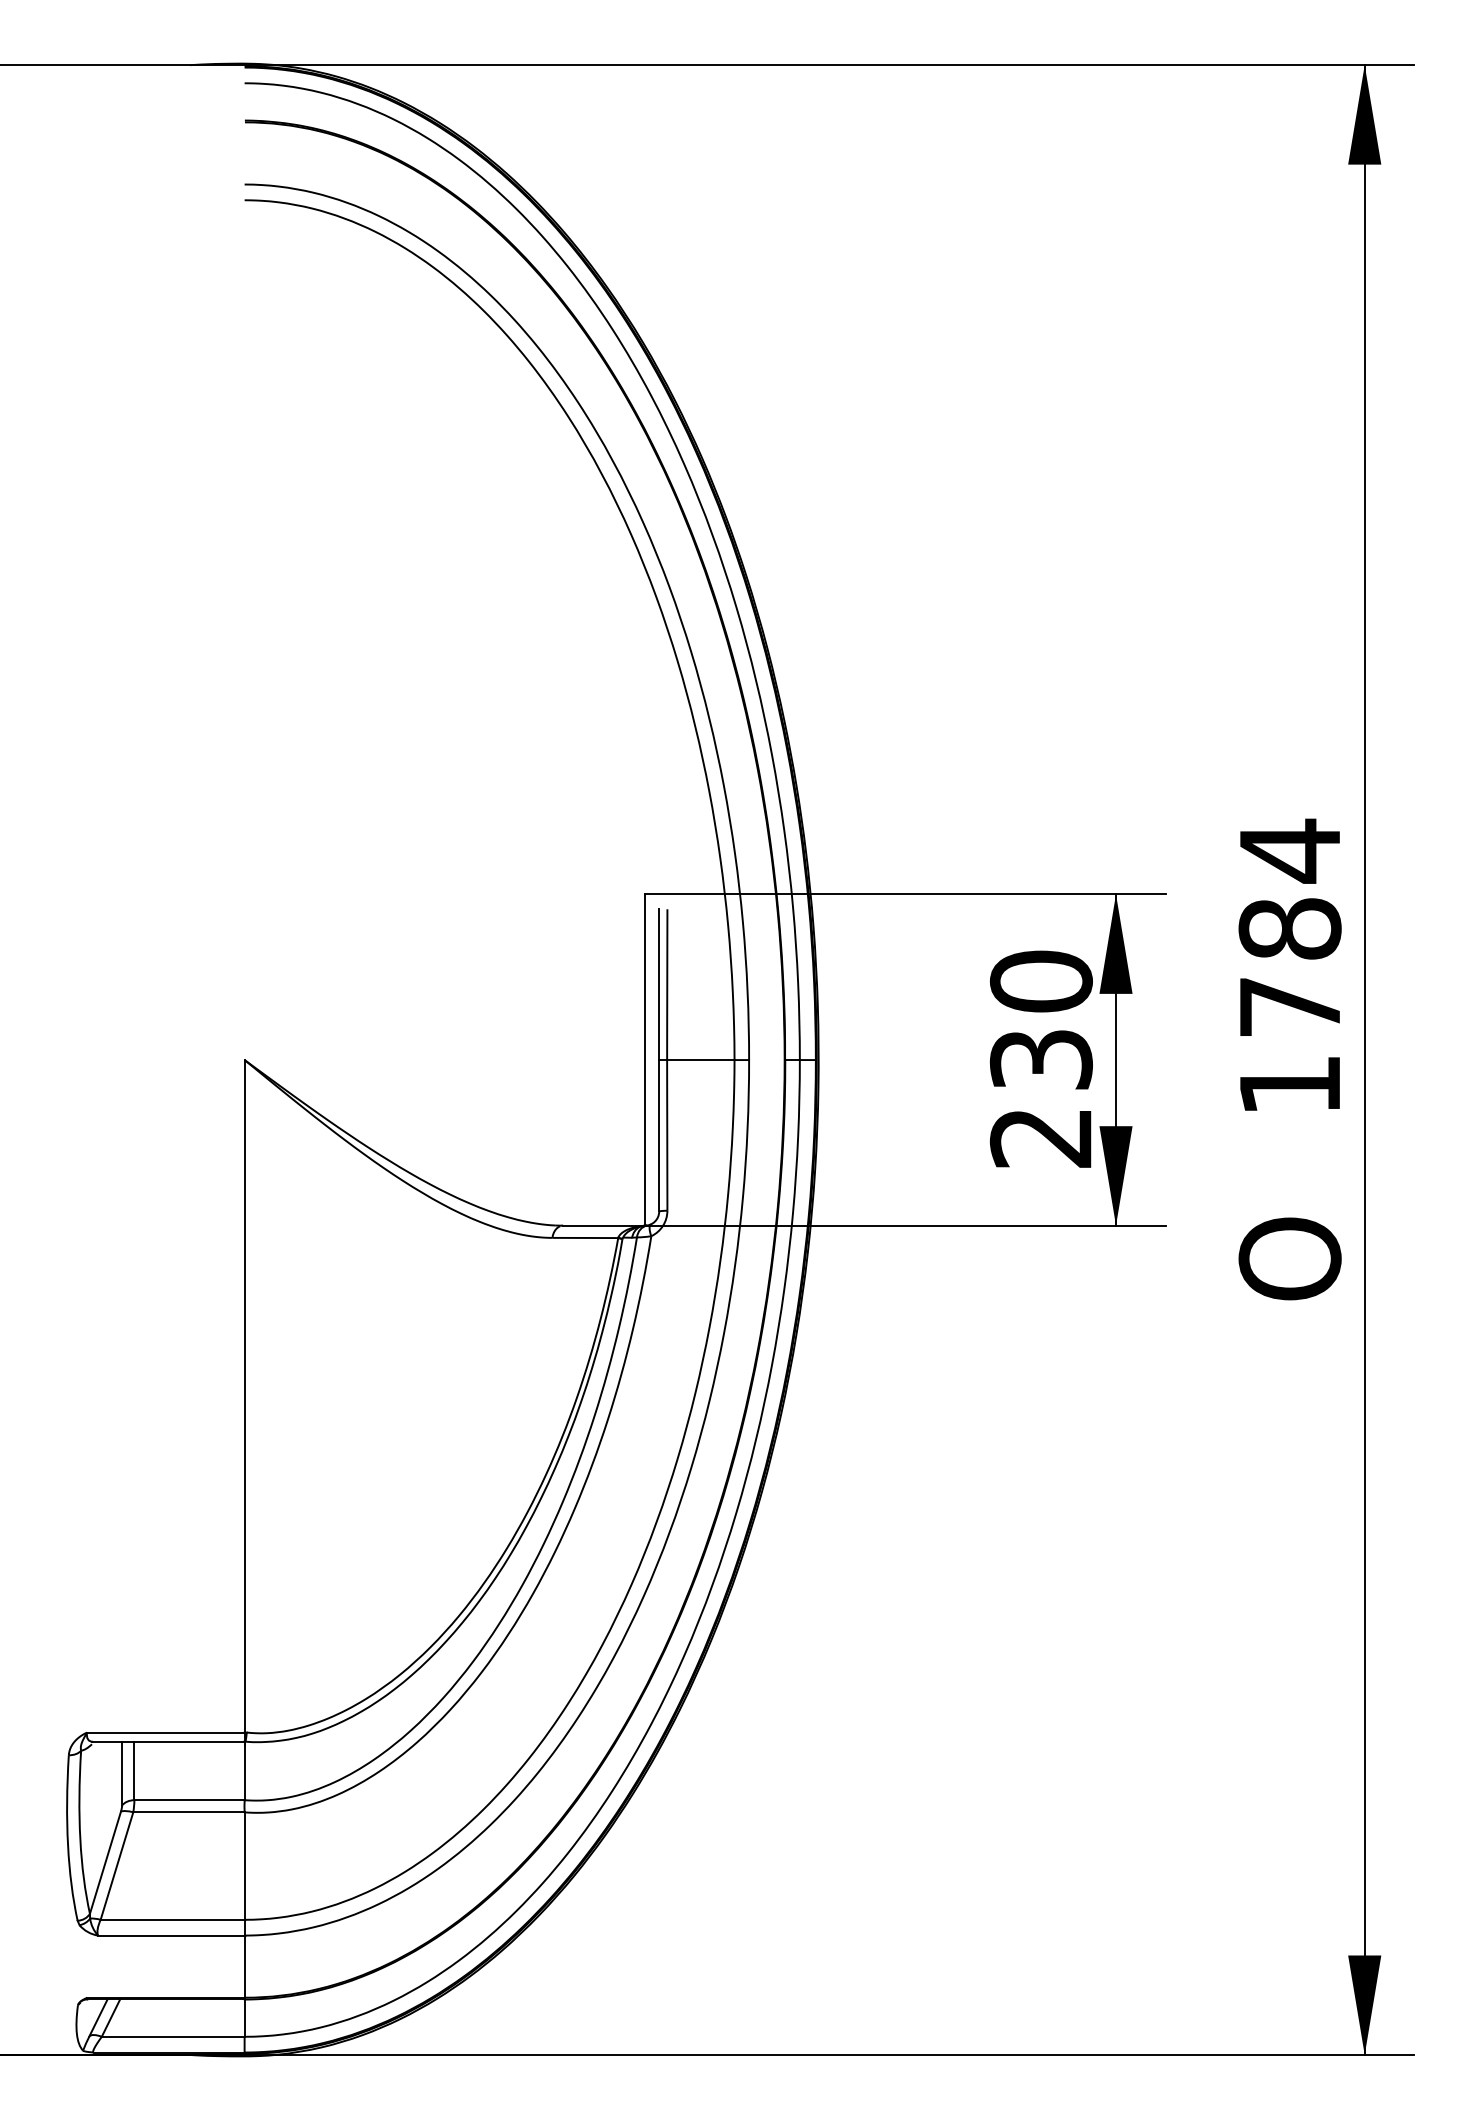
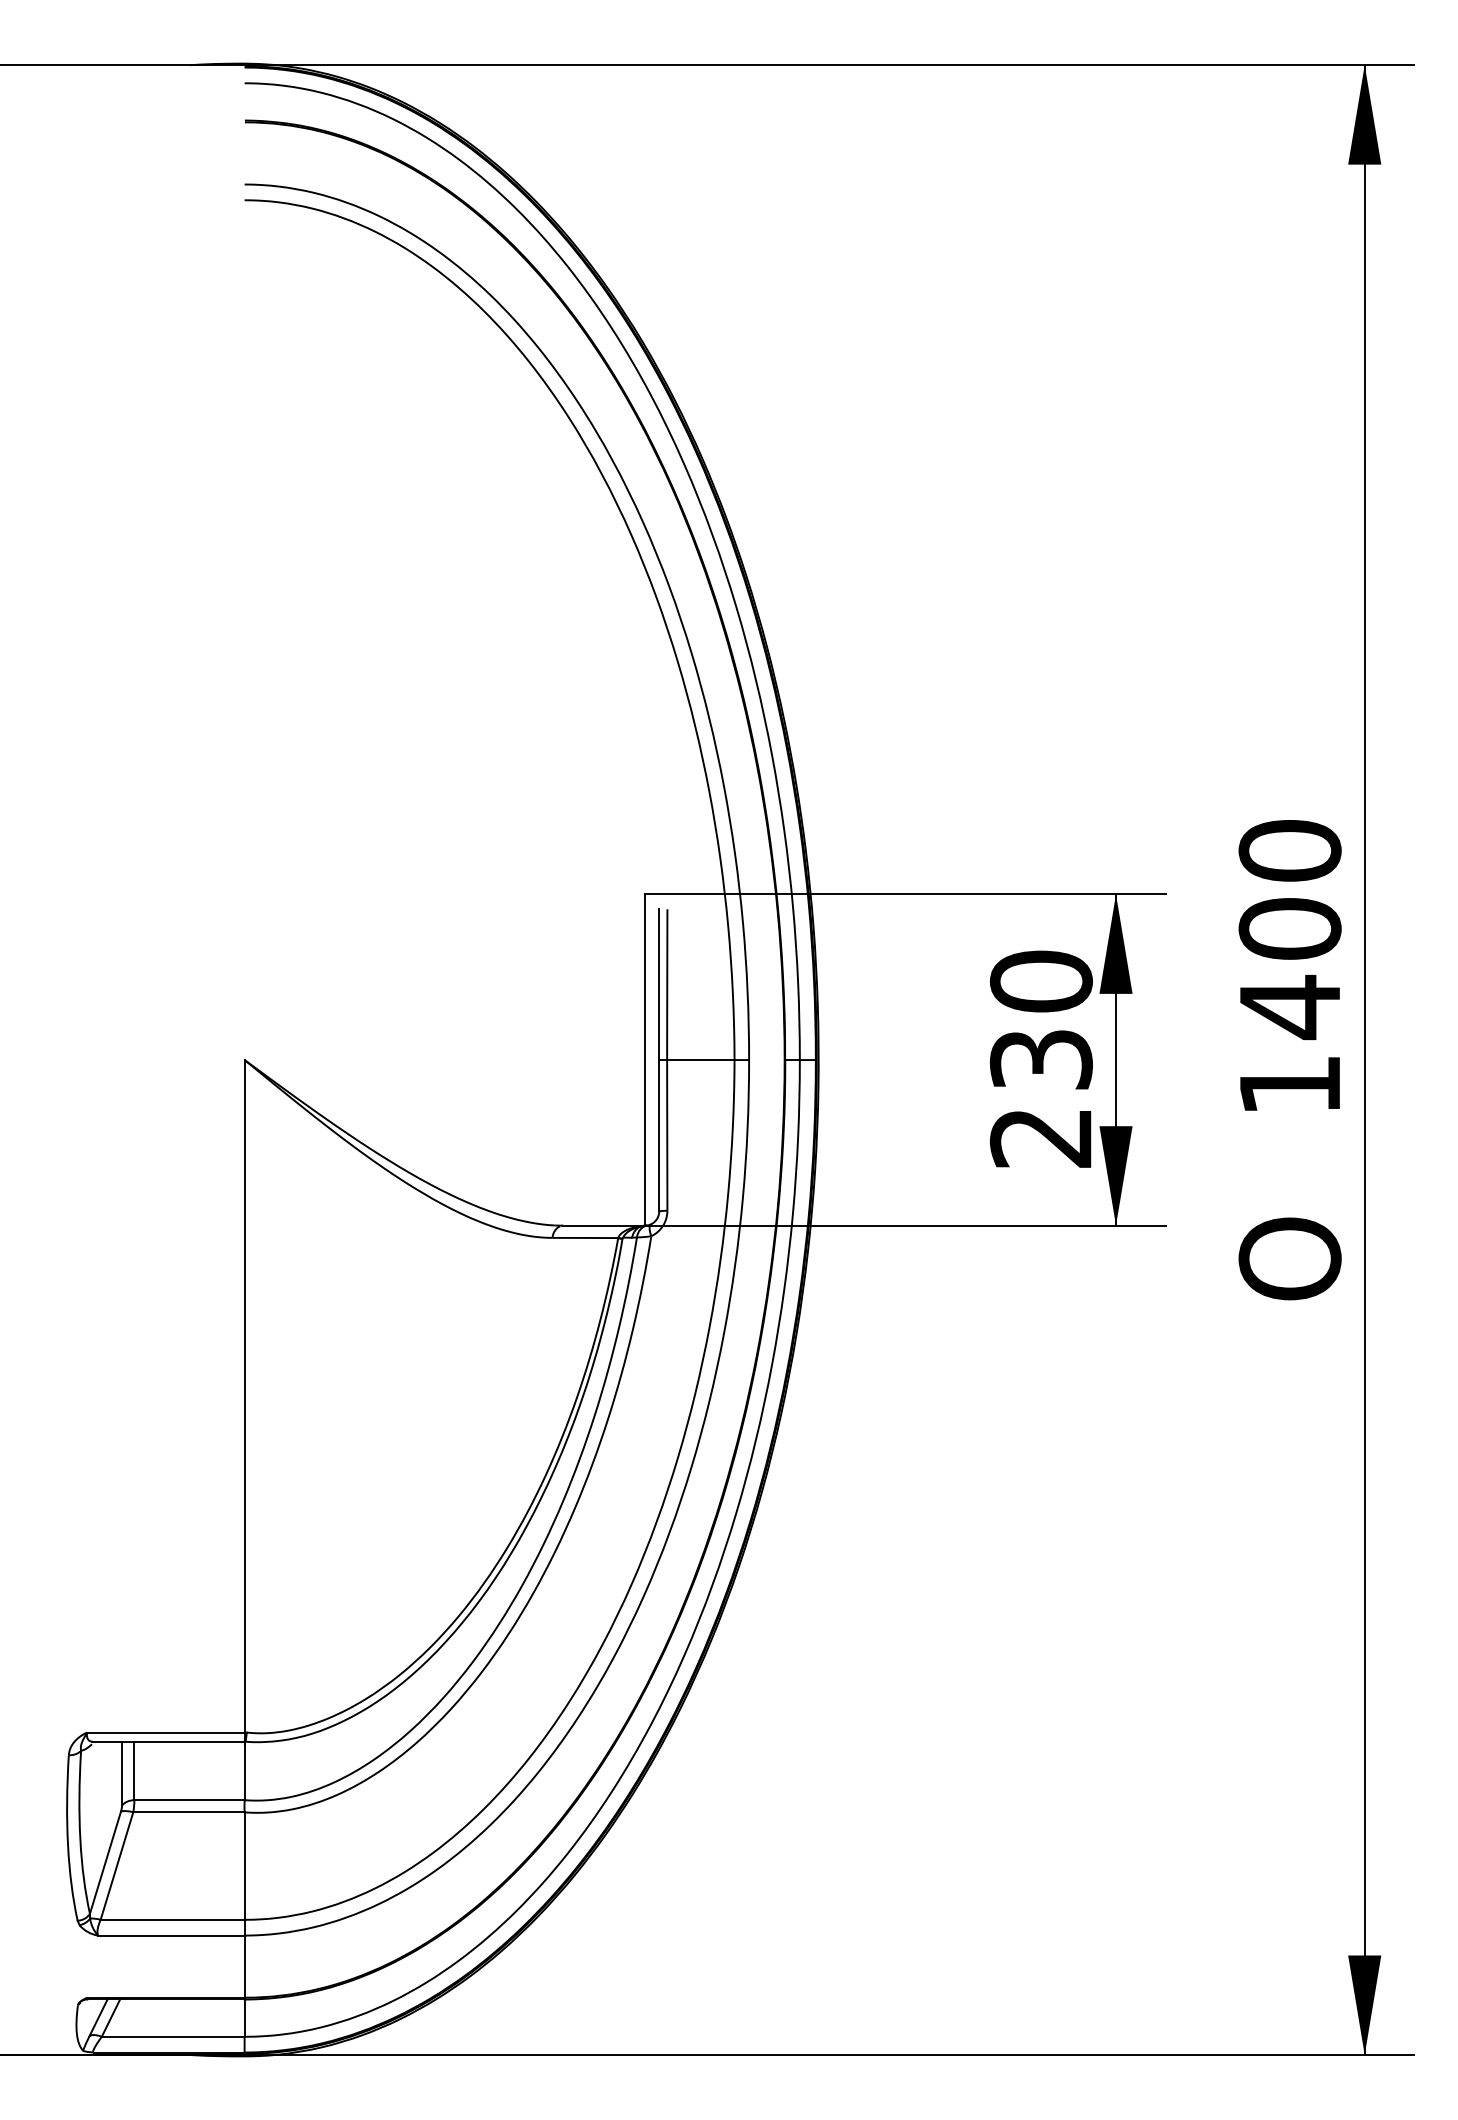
text at (1289, 929): 1784 -> 1400
